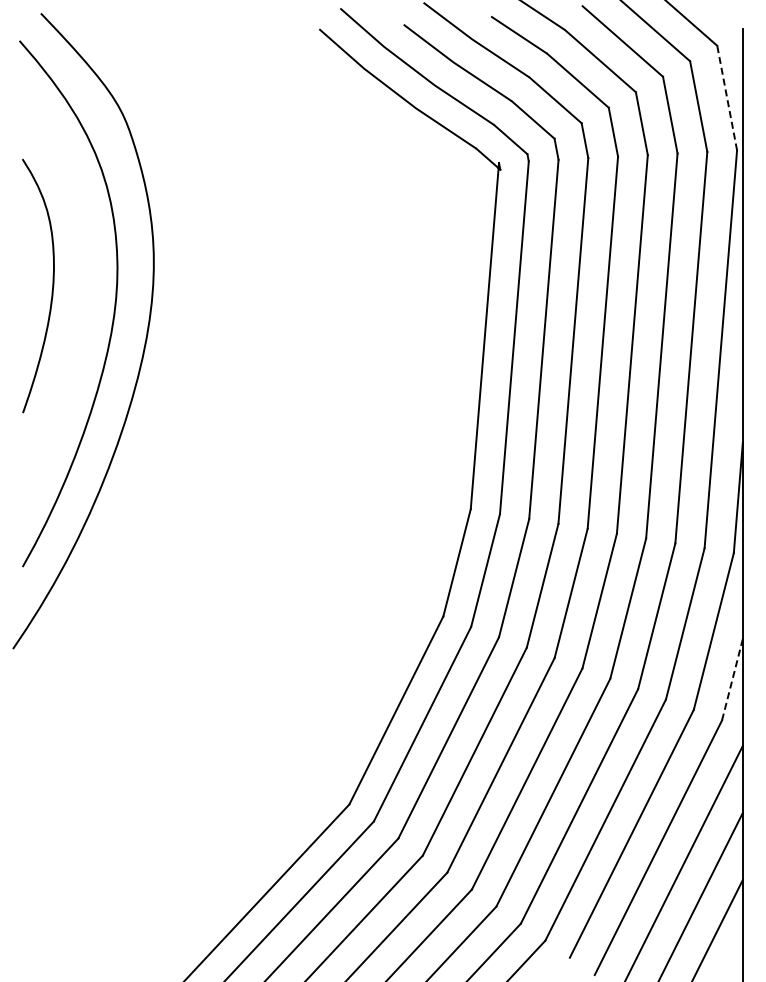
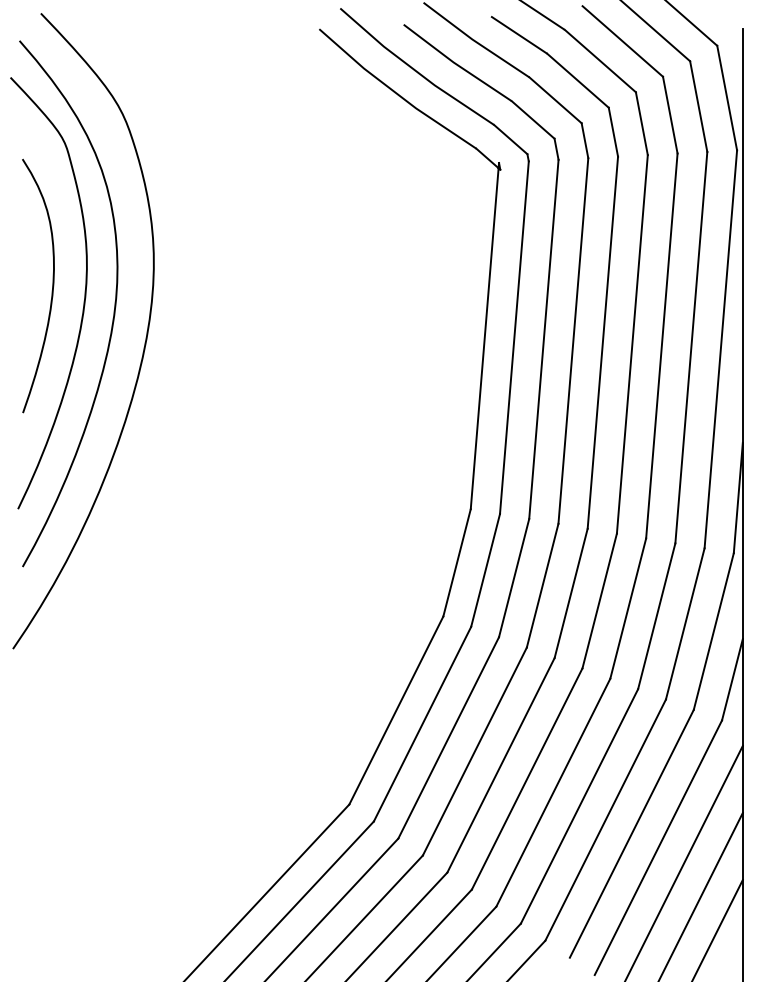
line at (727, 97): dashed -> solid
curve at (83, 301): none -> present
line at (732, 679): dashed -> solid
